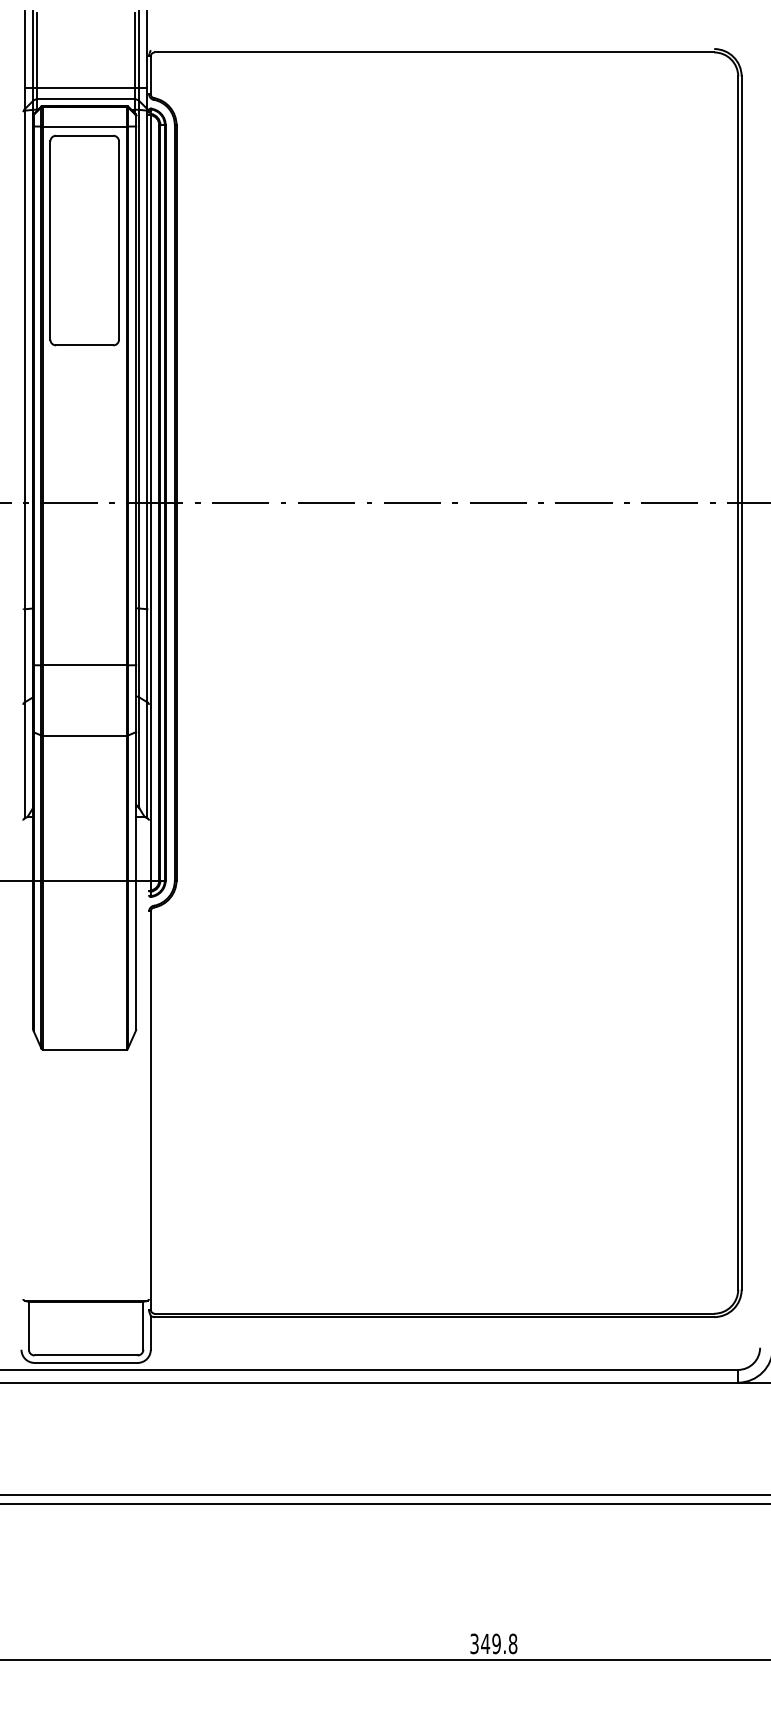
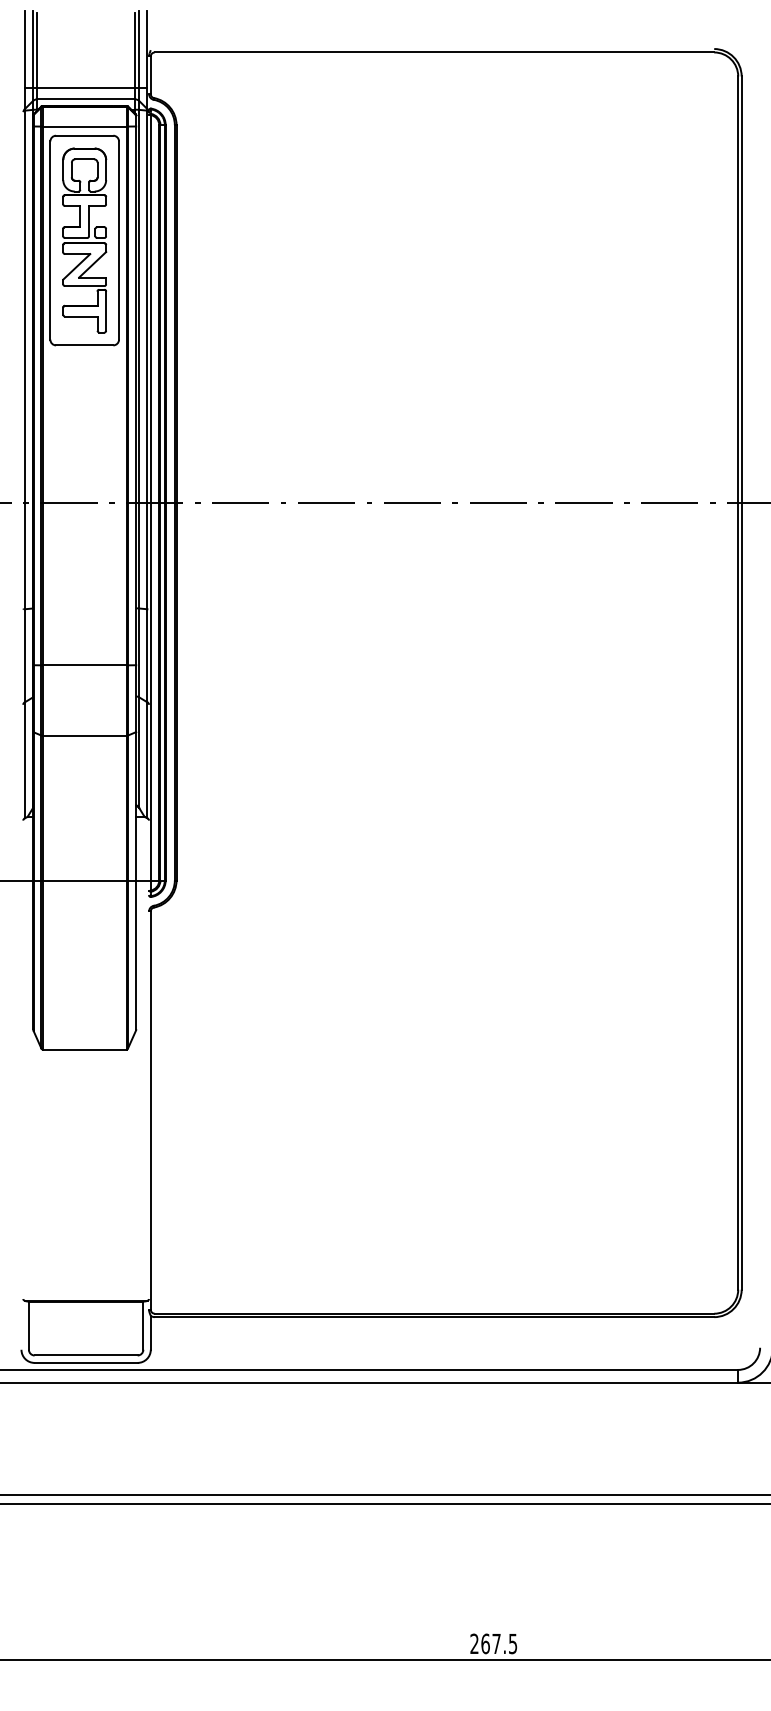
part at (84, 240): none -> present
text at (493, 1643): 349.8 -> 267.5
